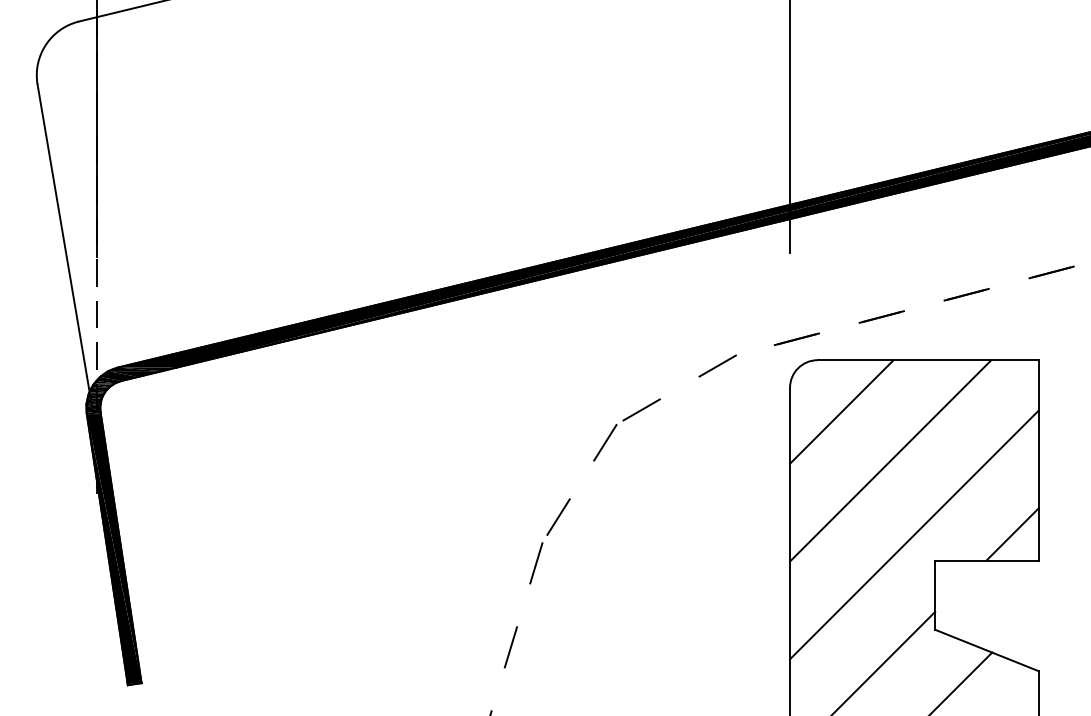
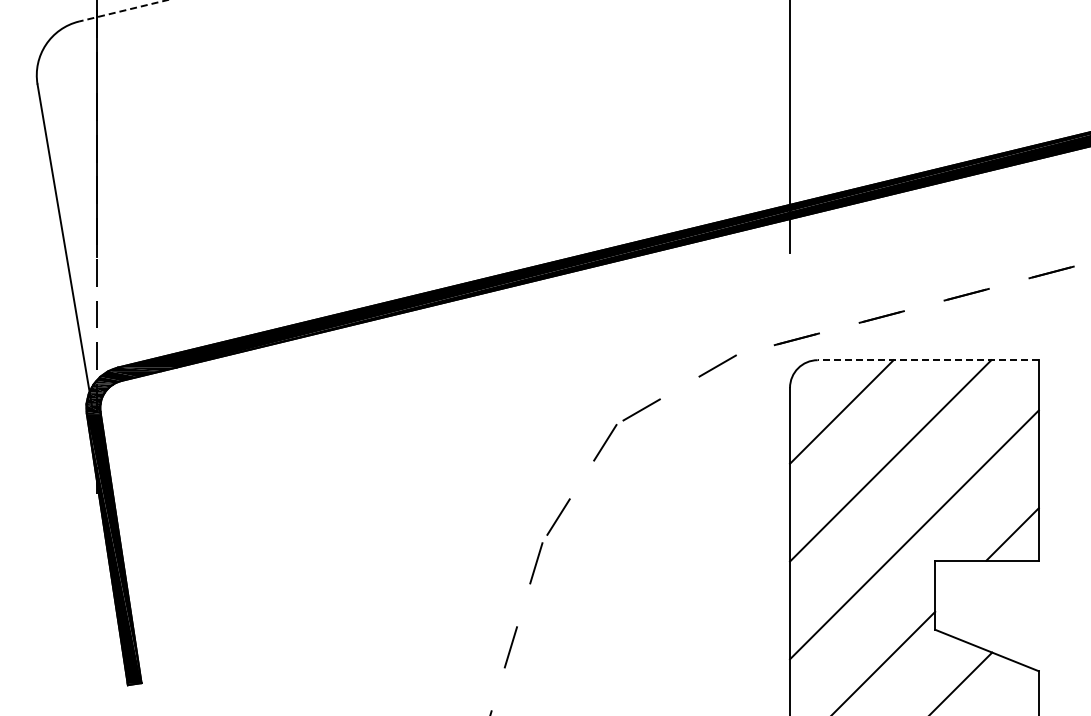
line at (122, 10): solid -> dashed
line at (928, 360): solid -> dashed
